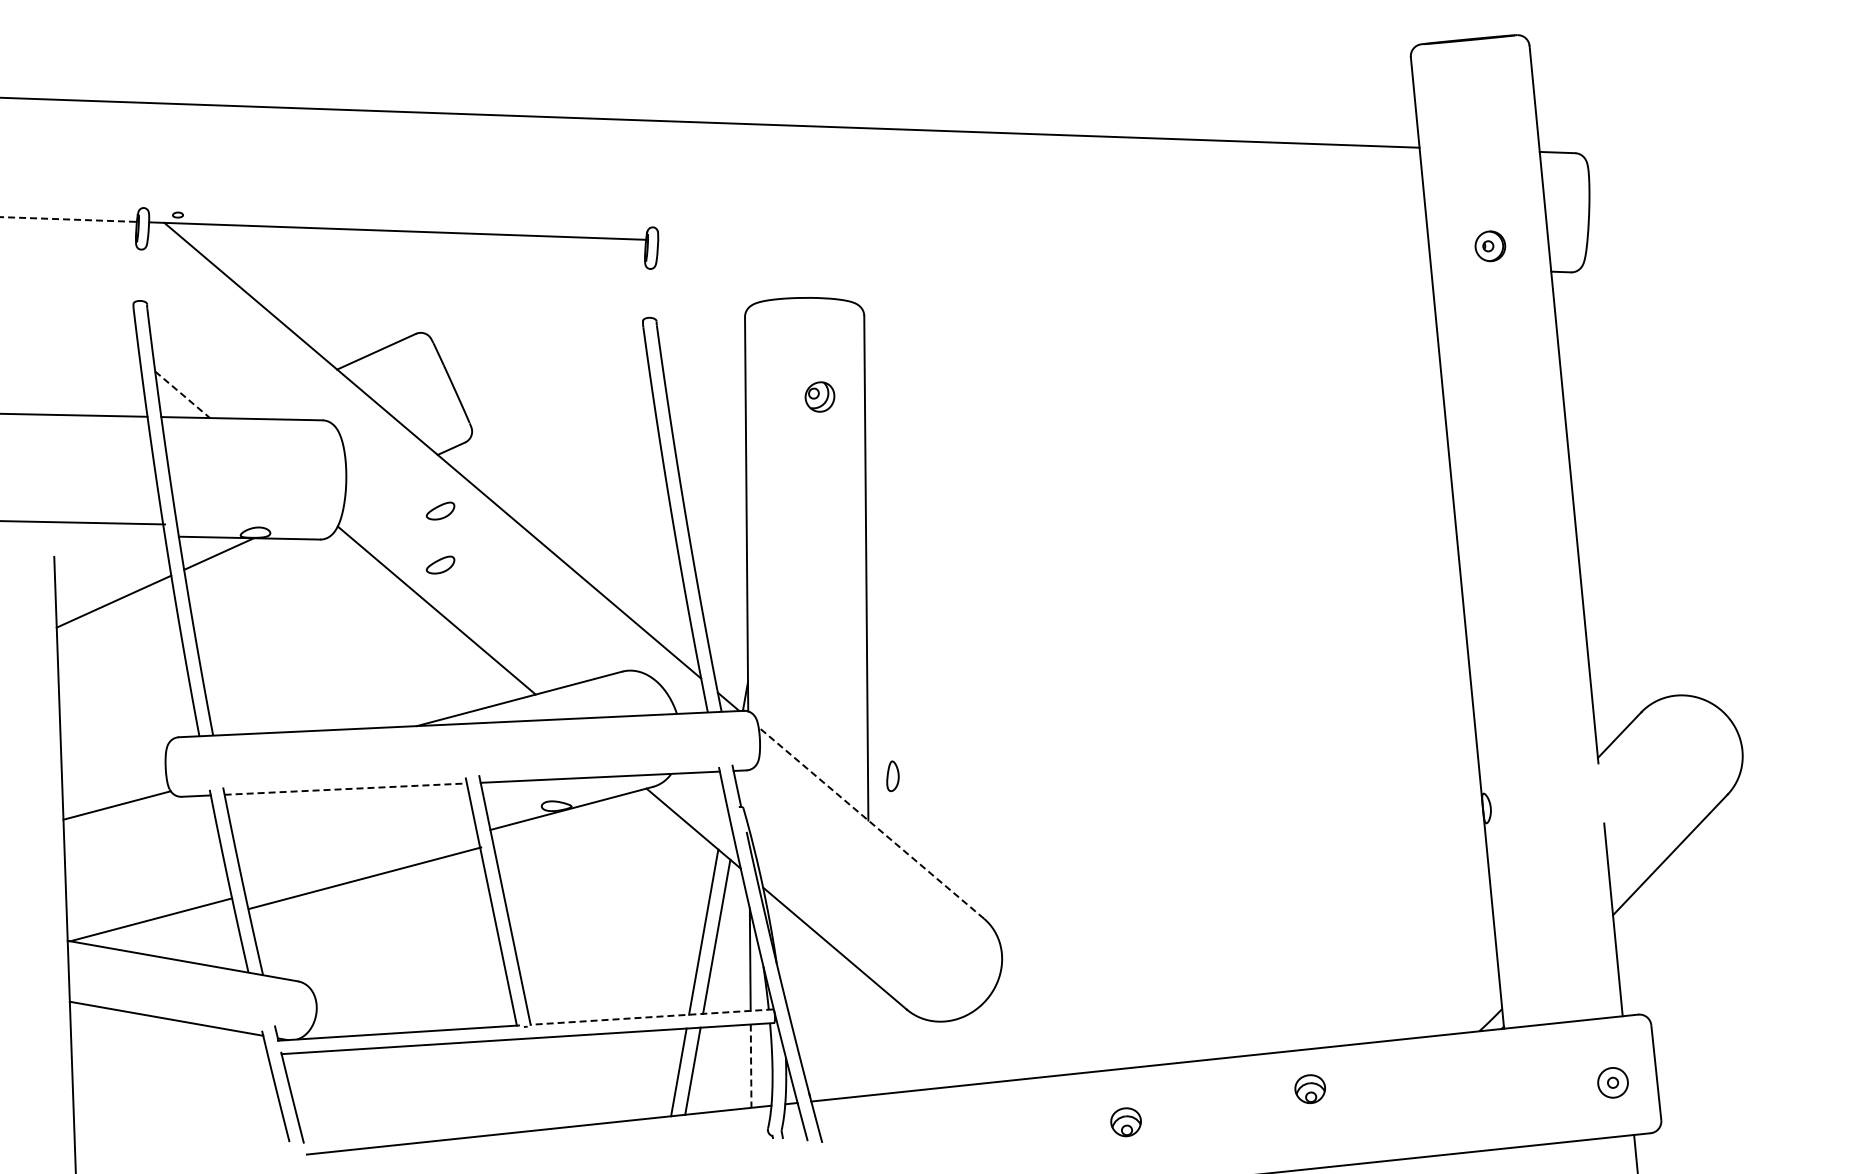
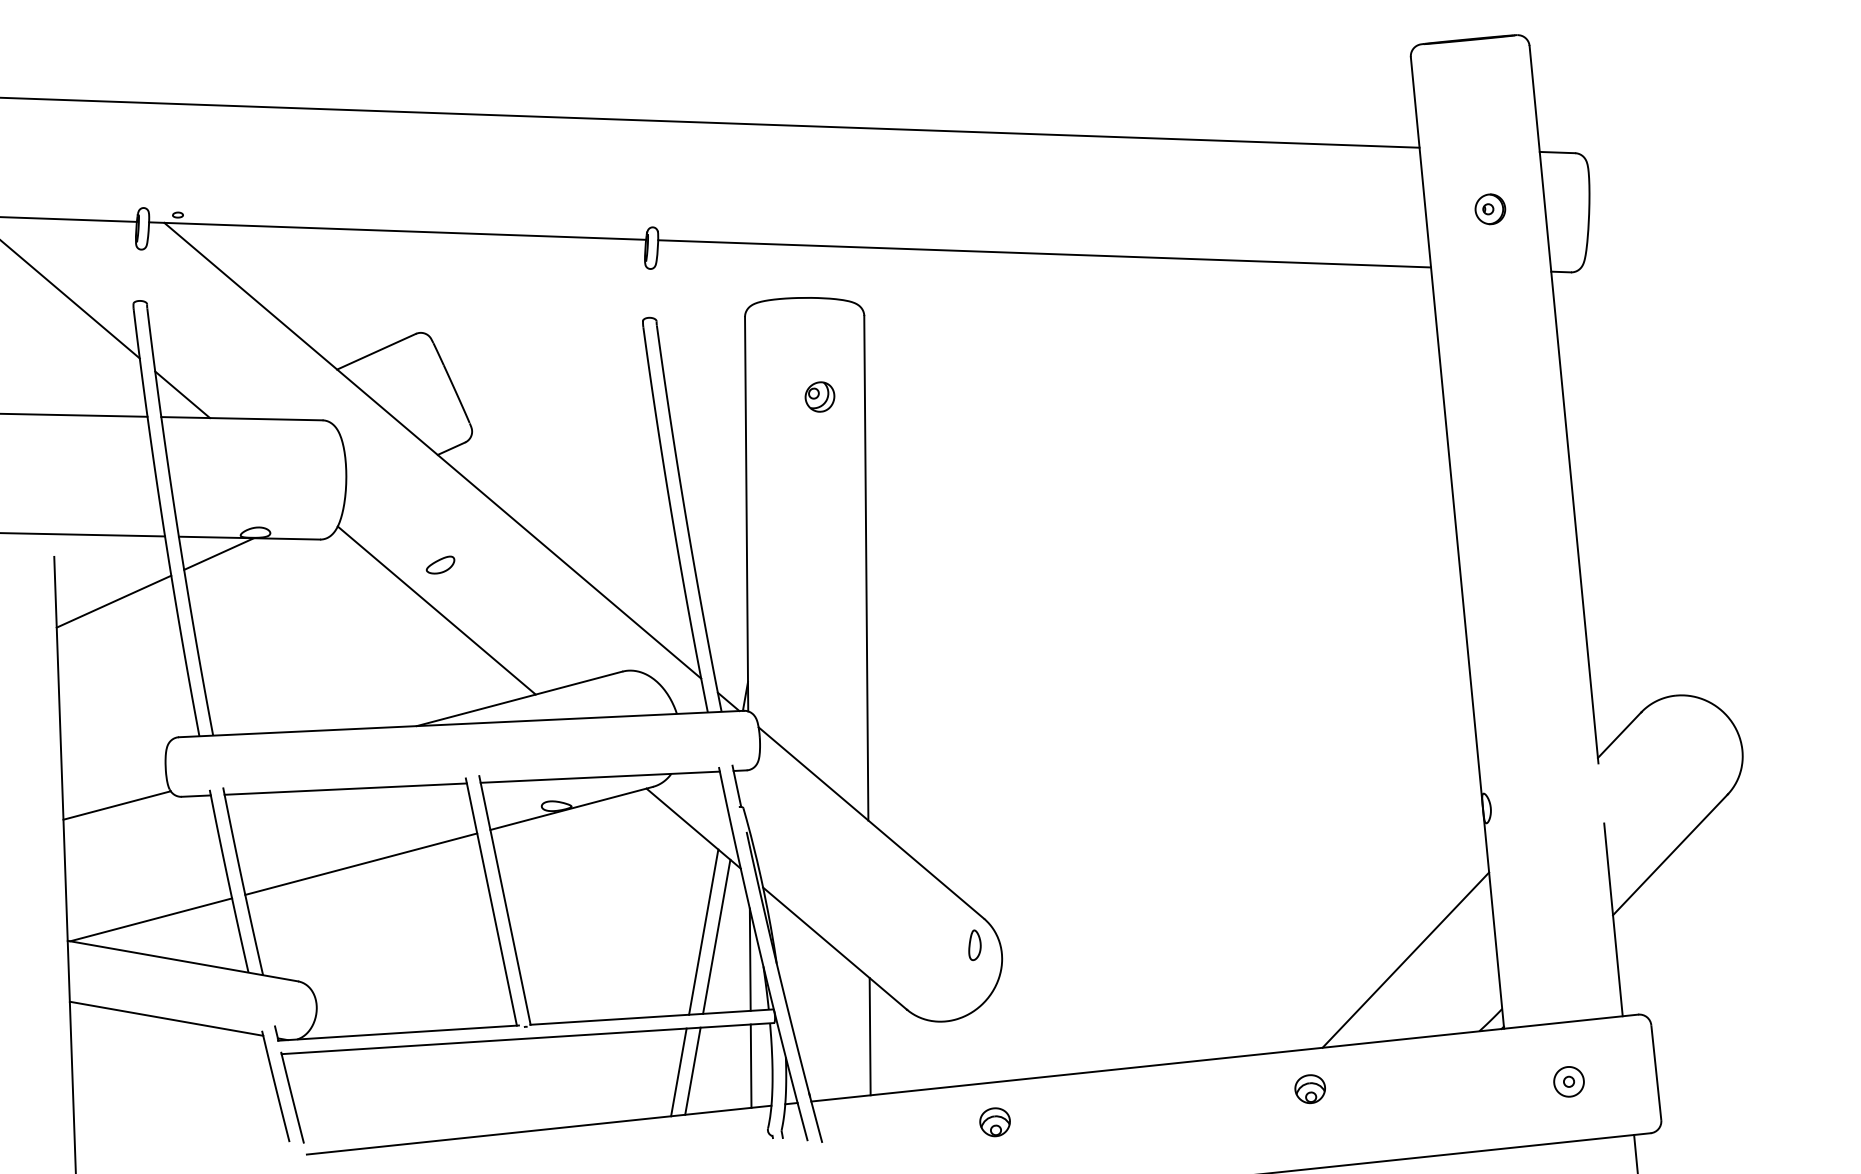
line at (68, 219): dashed -> solid
part at (1490, 246) position: (1490, 246) -> (1490, 209)
line at (1044, 253): none -> present
line at (70, 300): none -> present
line at (182, 394): dashed -> solid
part at (440, 510): present -> none
line at (83, 522) position: (83, 522) -> (83, 534)
part at (892, 775) position: (892, 775) -> (974, 944)
line at (346, 789): dashed -> solid
line at (871, 823): dashed -> solid
line at (365, 877) position: (365, 877) -> (361, 863)
line at (1405, 959): none -> present
line at (651, 1017): dashed -> solid
line at (869, 1036): none -> present
line at (751, 1066): dashed -> solid
part at (1612, 1082) position: (1612, 1082) -> (1568, 1081)
part at (1125, 1122) position: (1125, 1122) -> (994, 1122)
